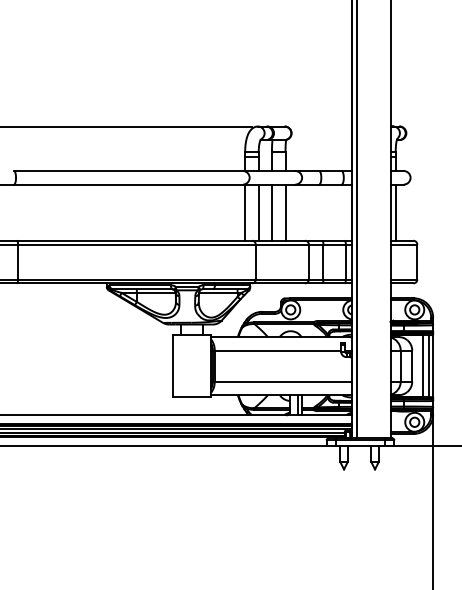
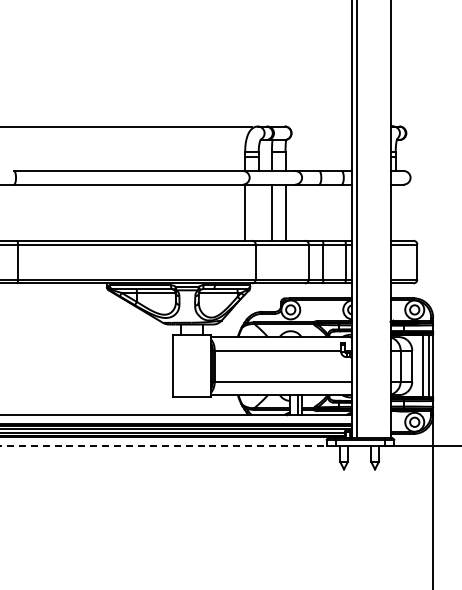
line at (258, 212): present -> none
line at (395, 212): present -> none
line at (163, 446): solid -> dashed
